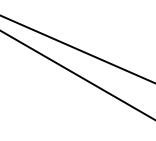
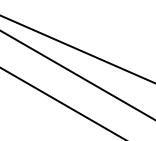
line at (61, 102): none -> present
